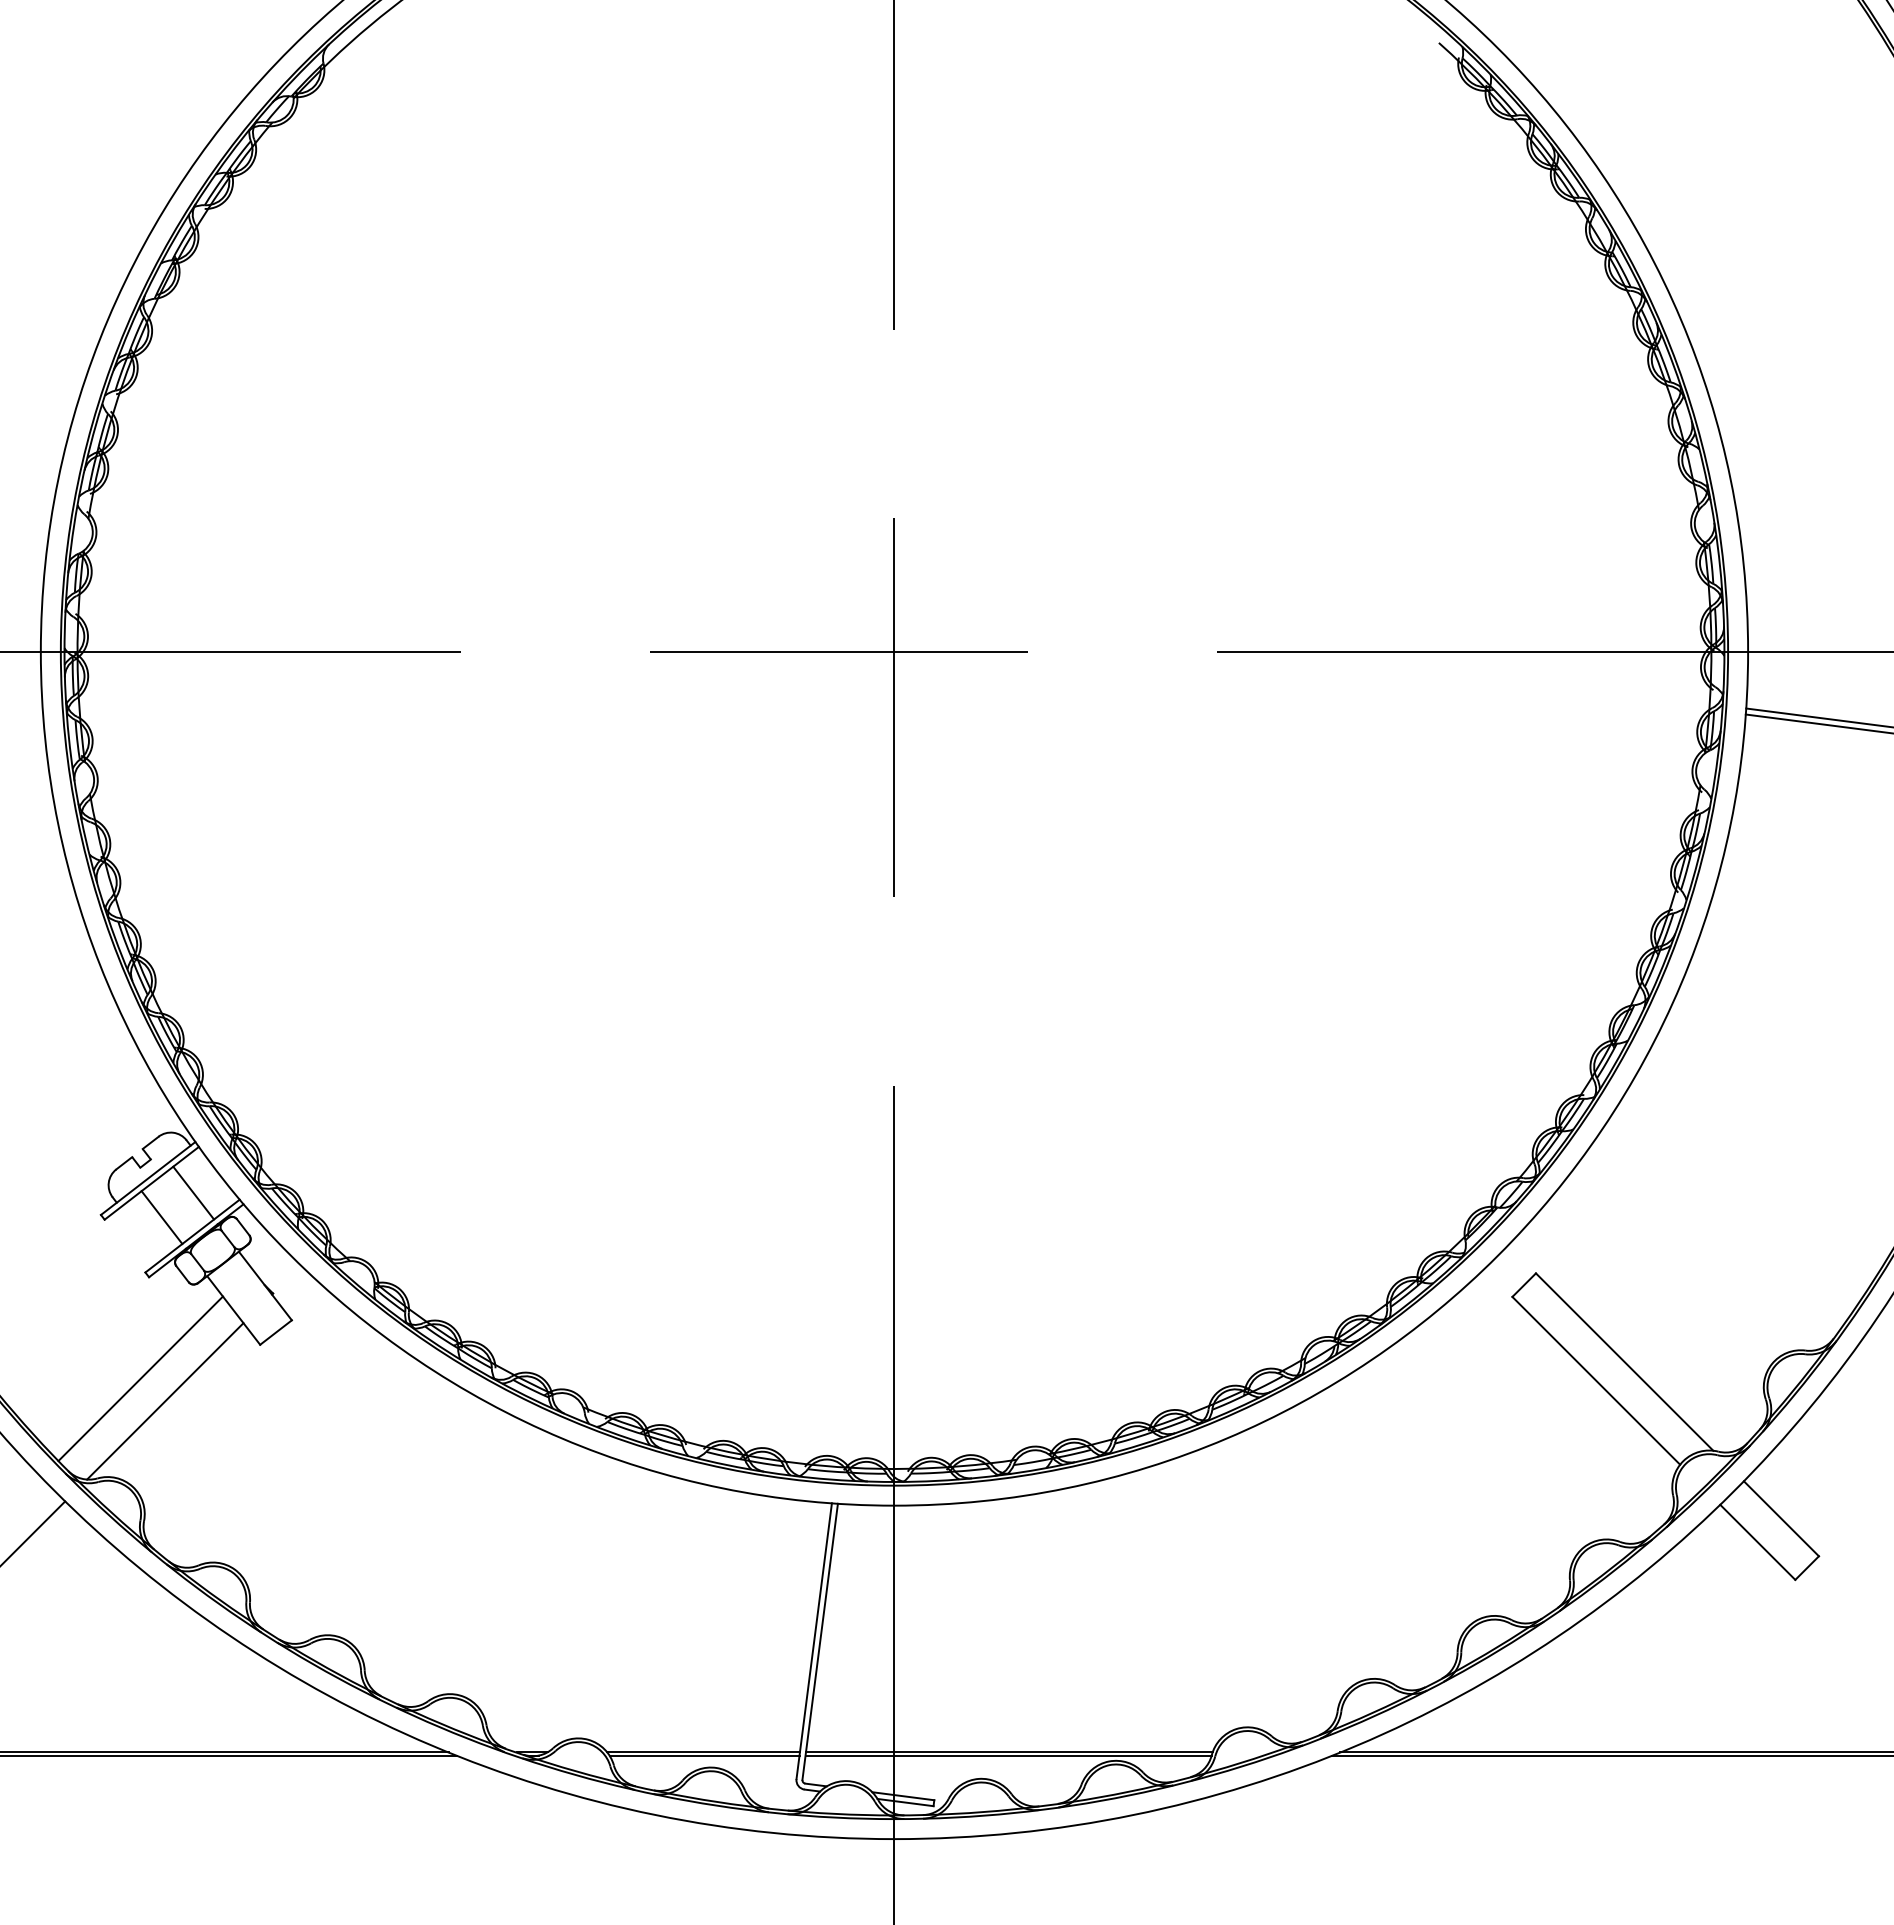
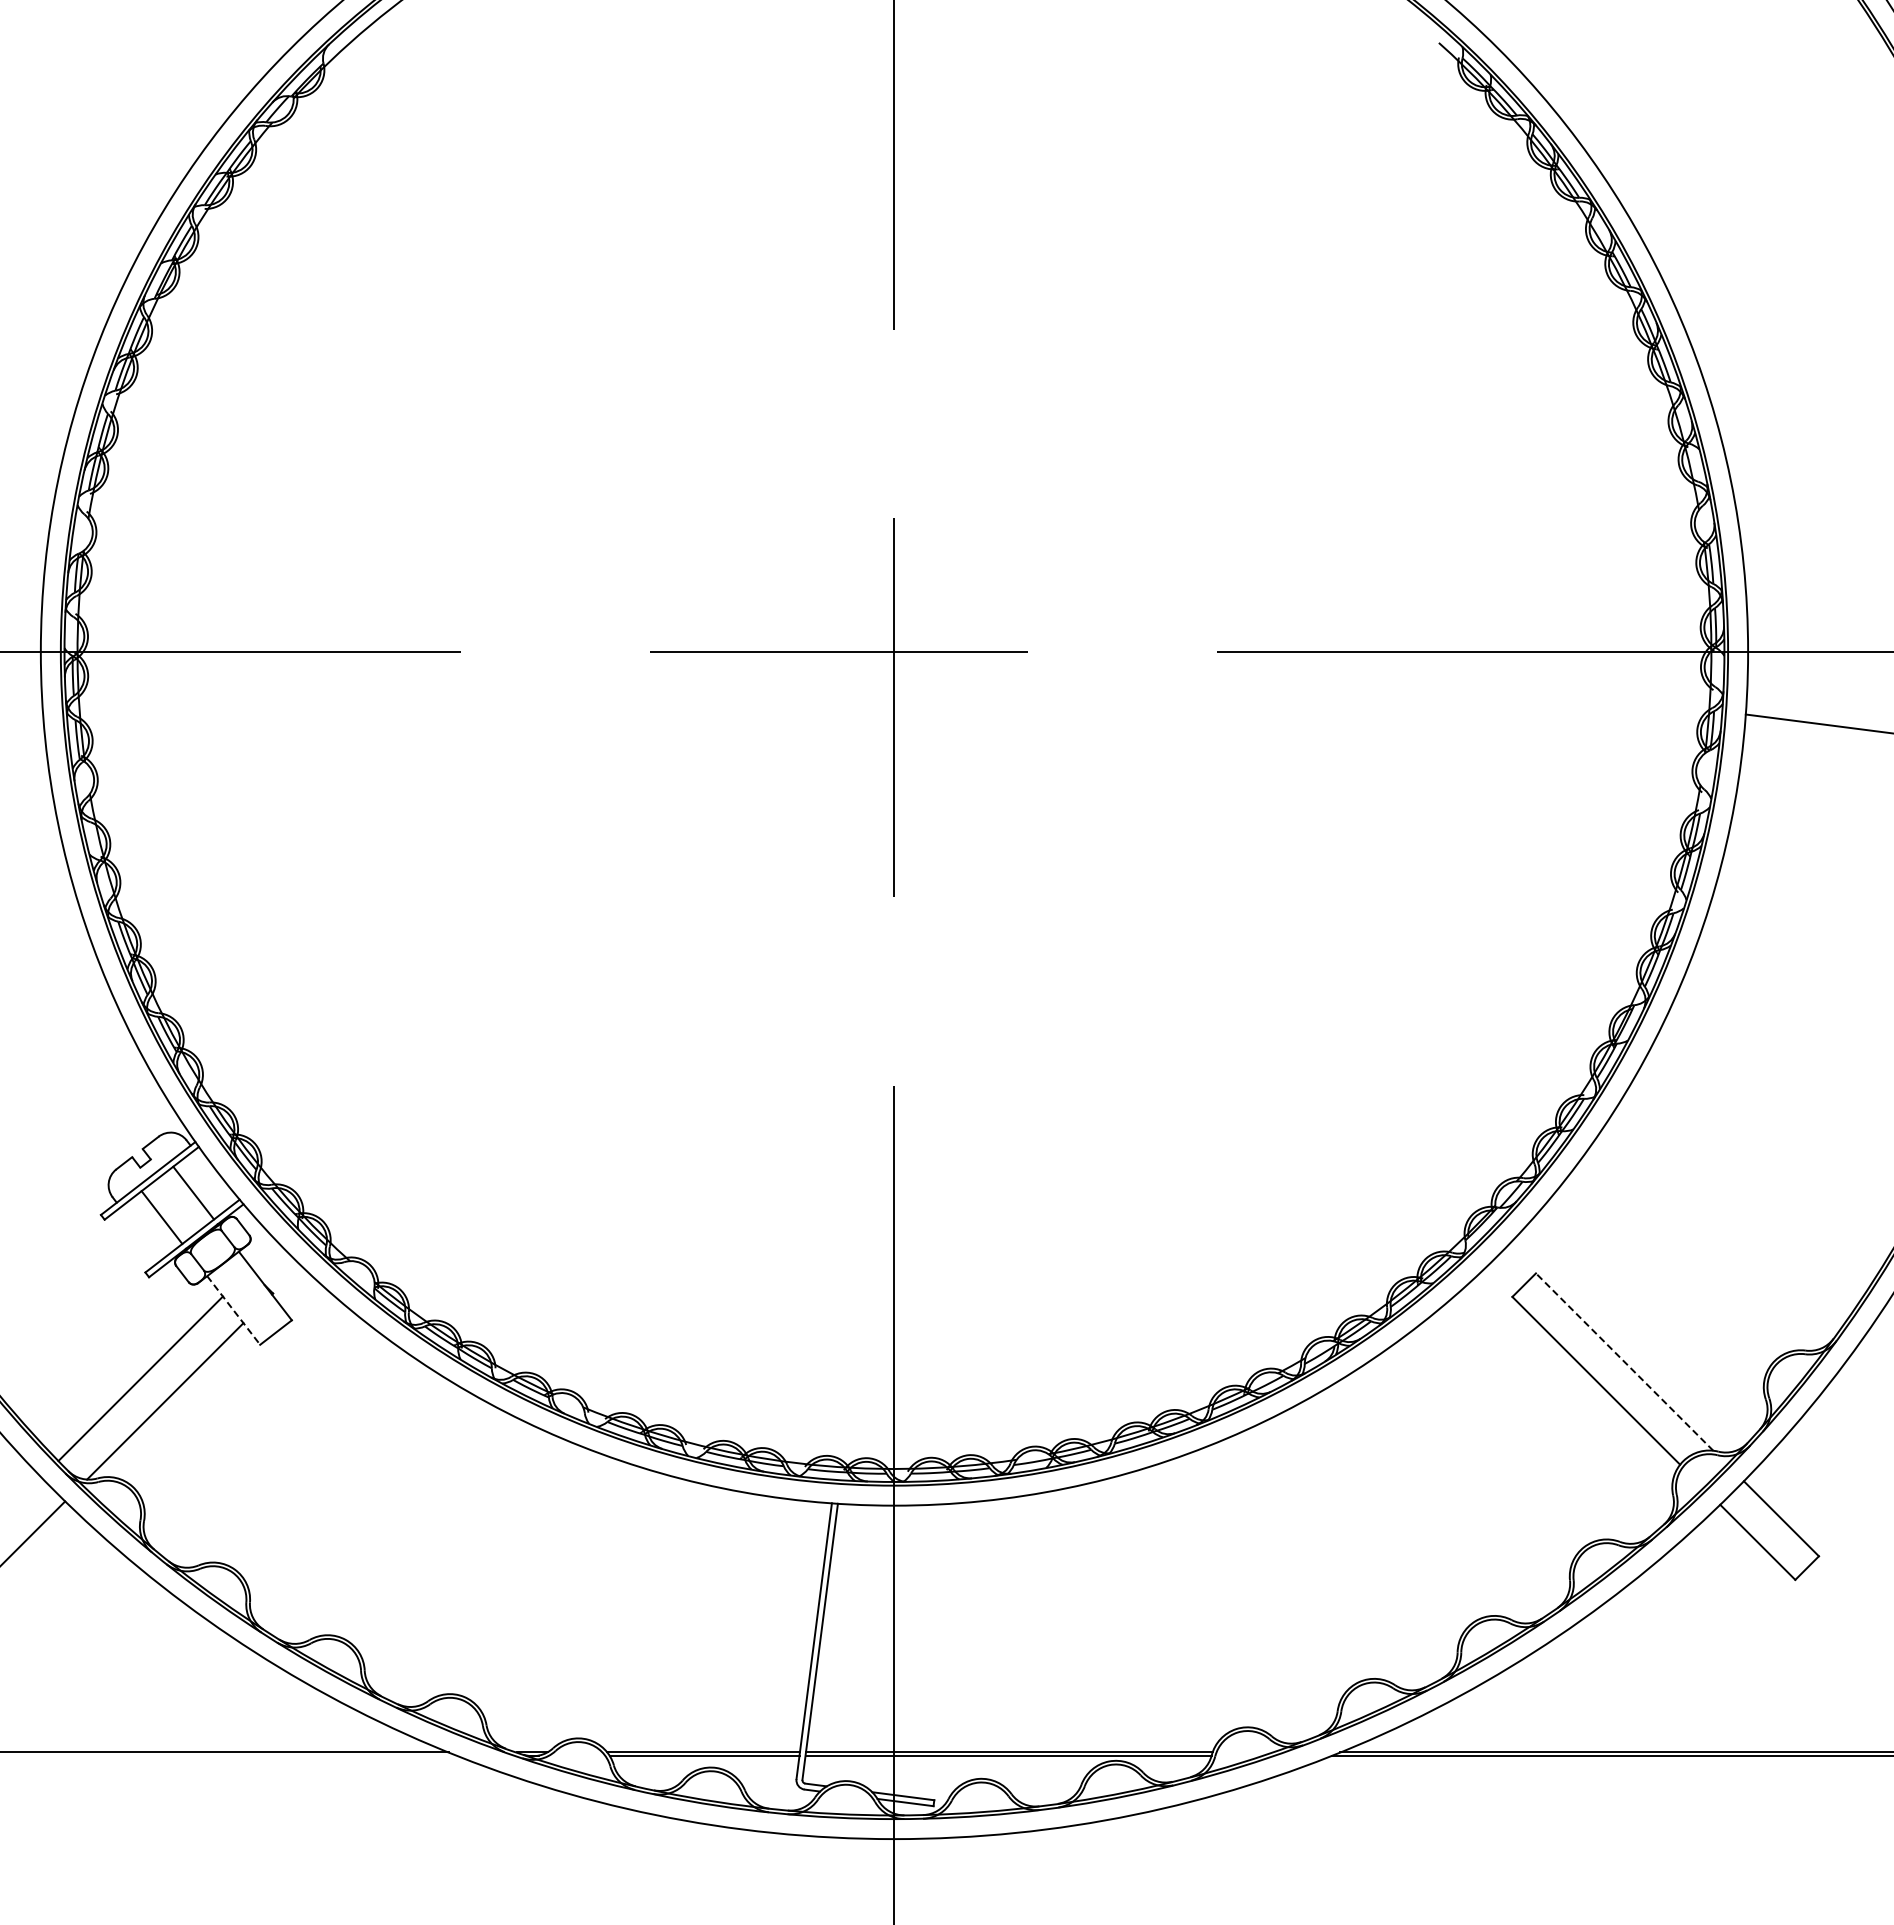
line at (1818, 717): present -> none
line at (234, 1310): solid -> dashed
line at (1624, 1361): solid -> dashed
line at (229, 1755): present -> none
